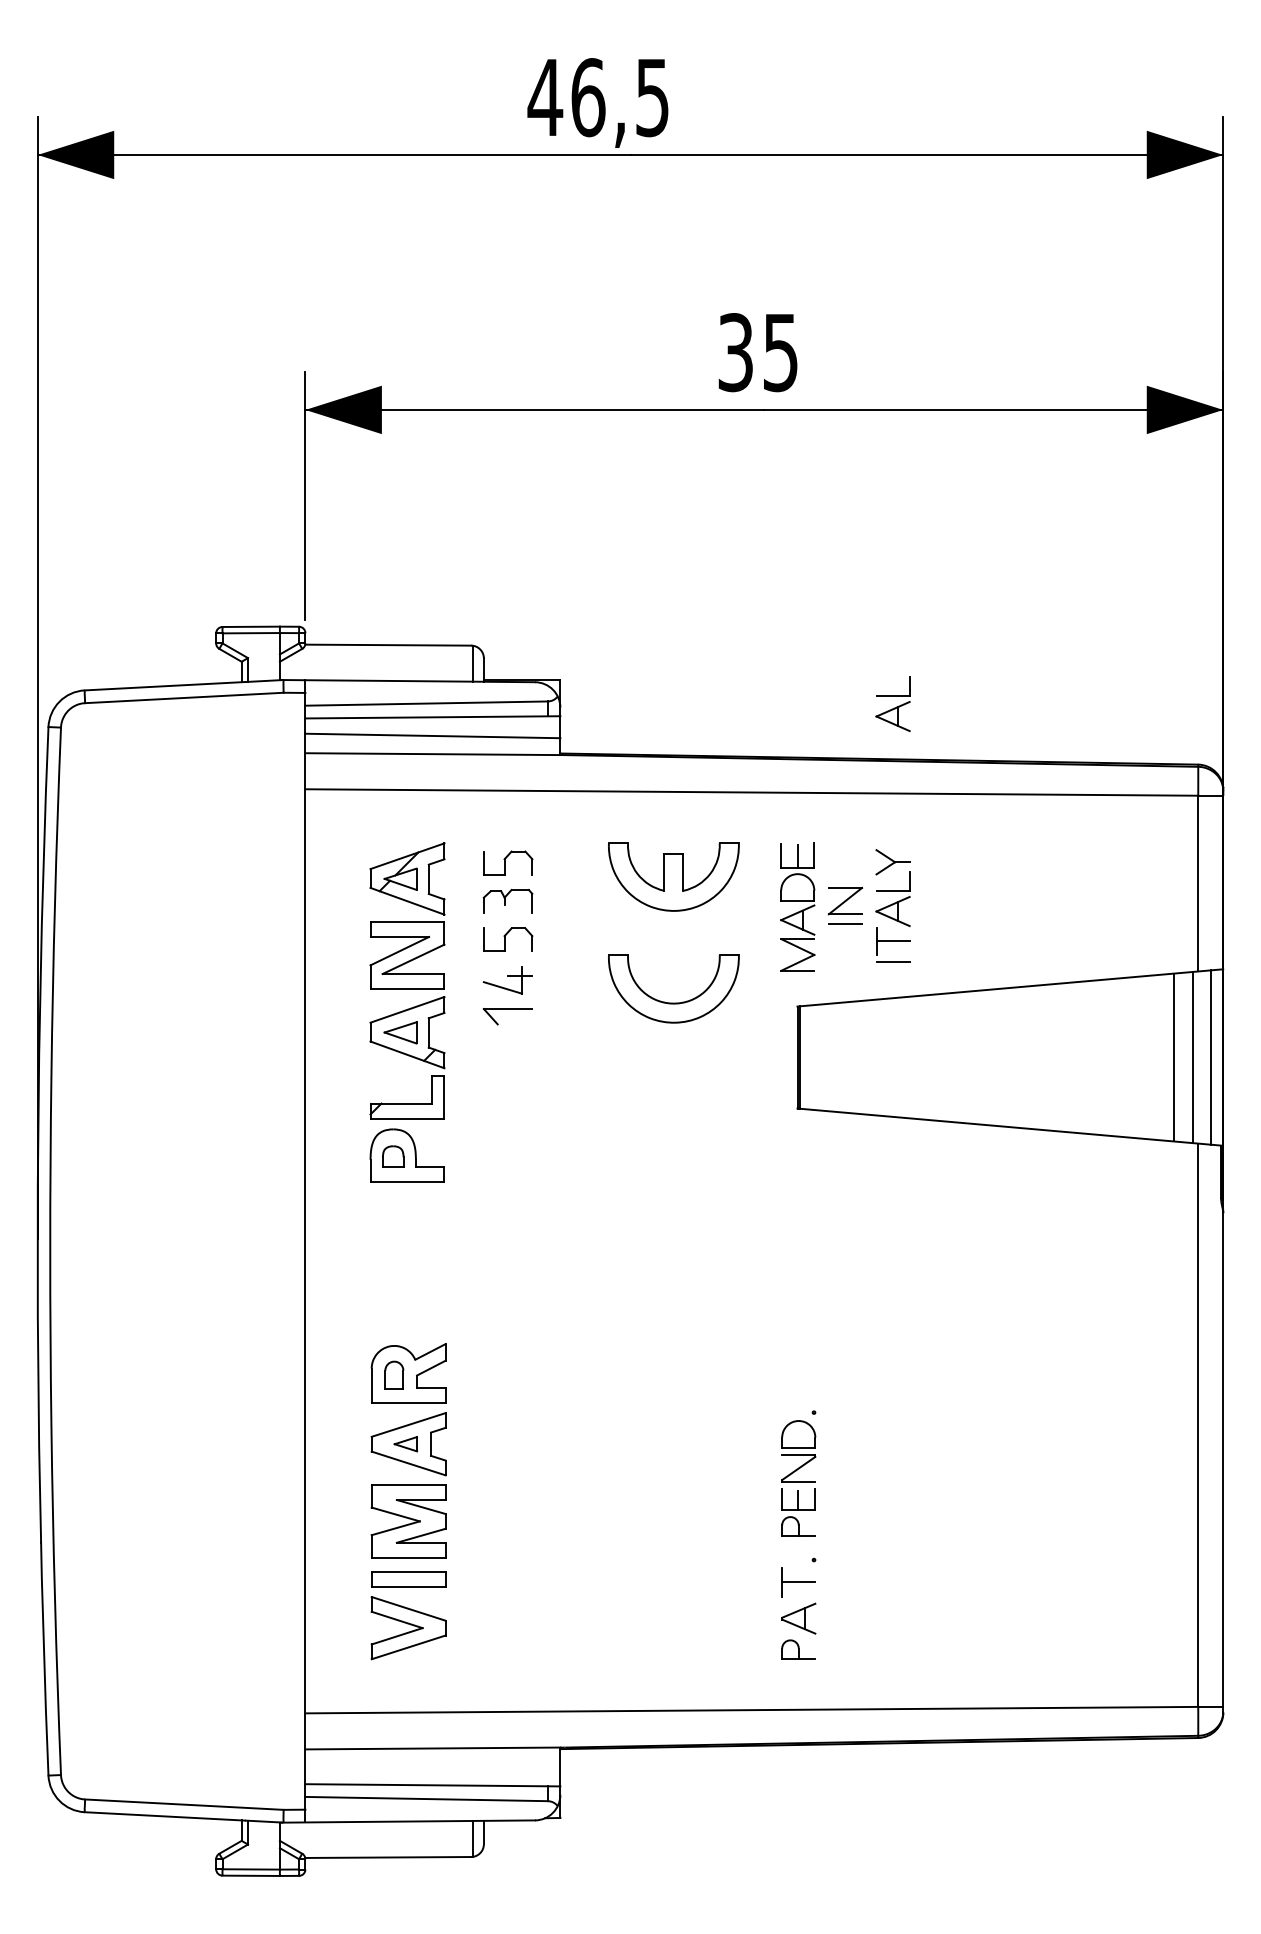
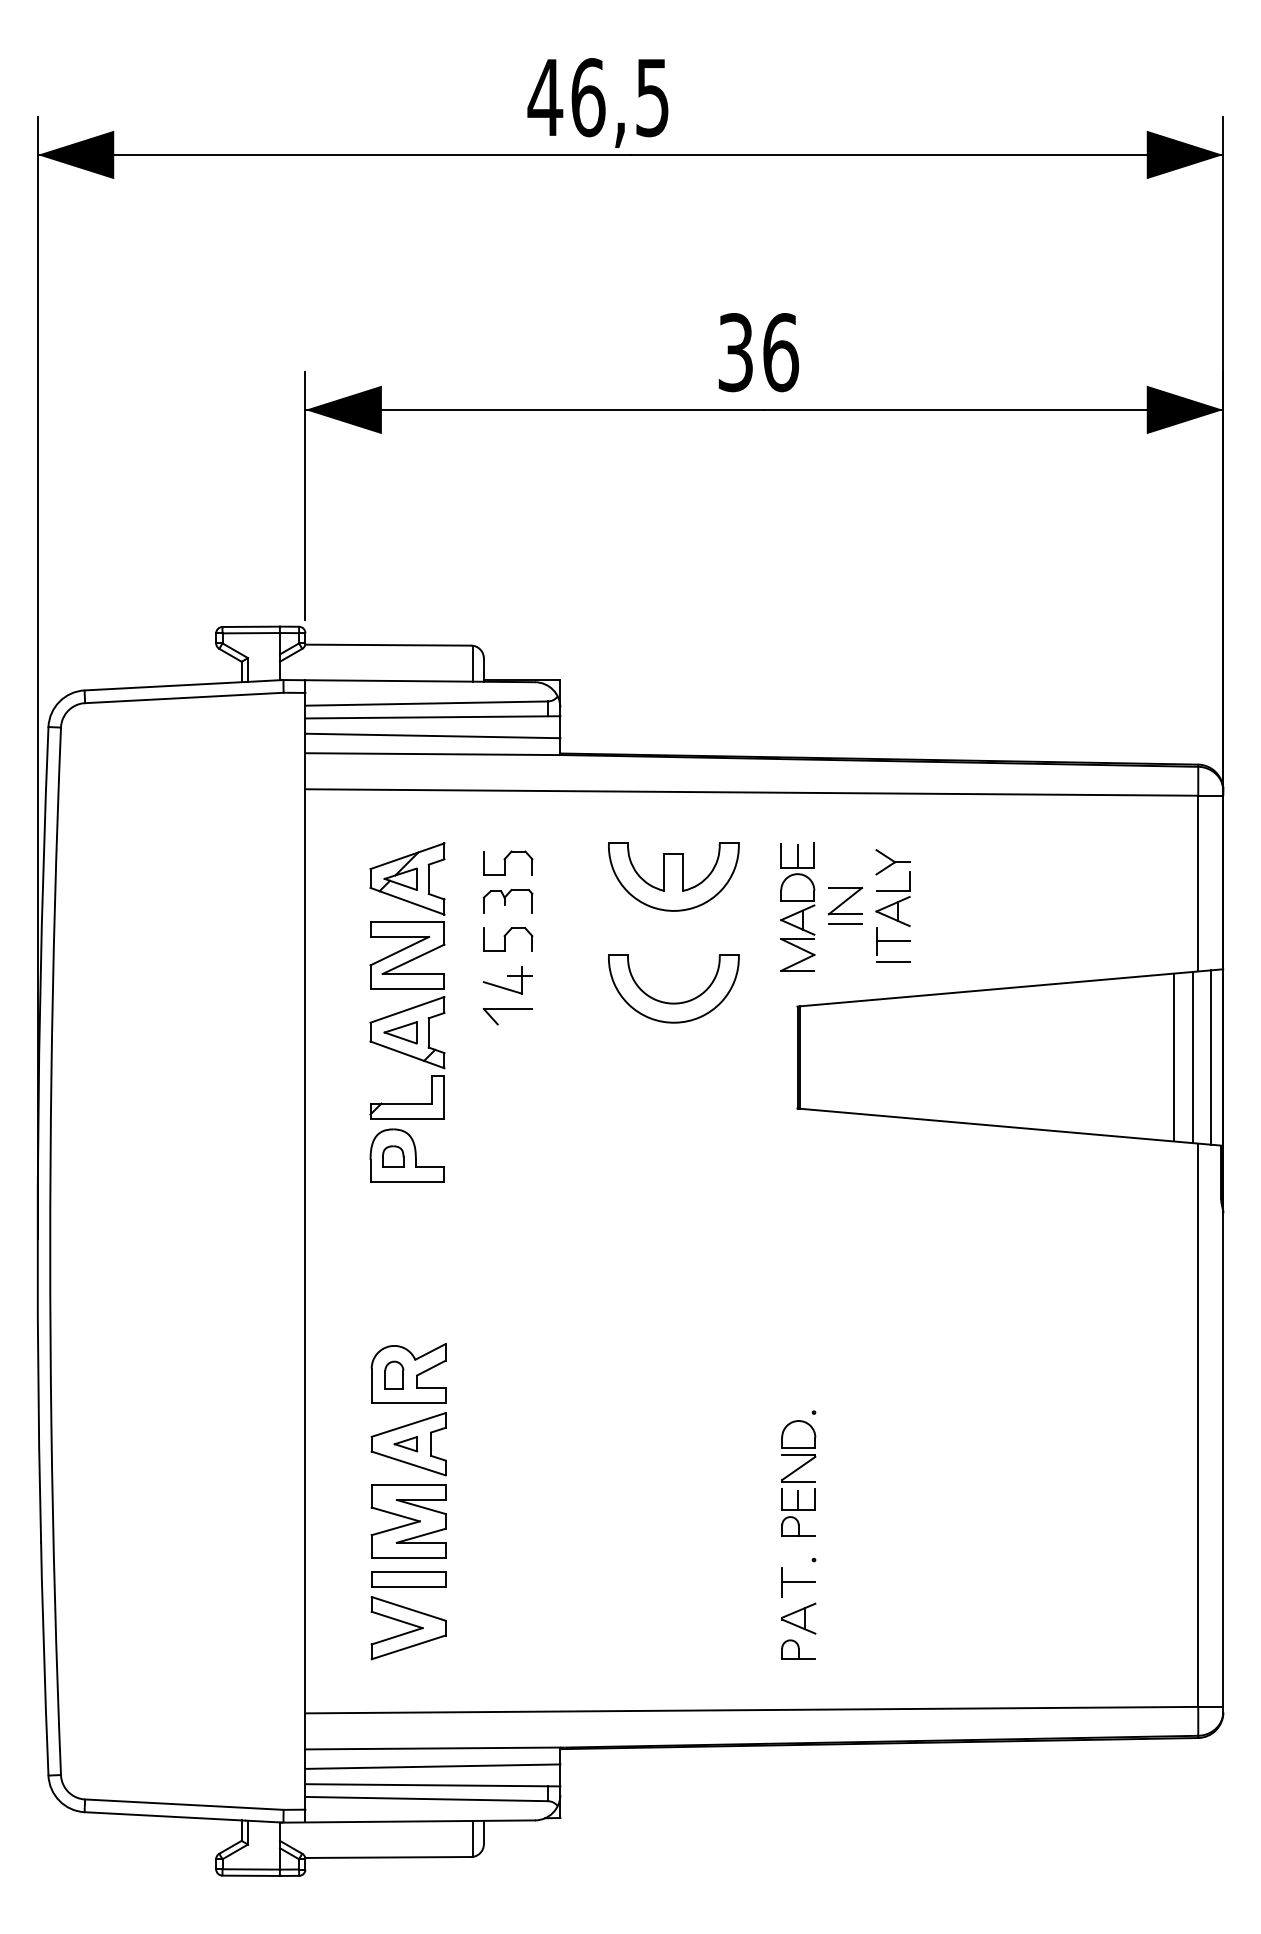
text at (781, 352): 35 -> 36
part at (892, 703): present -> none
line at (432, 1766): none -> present
